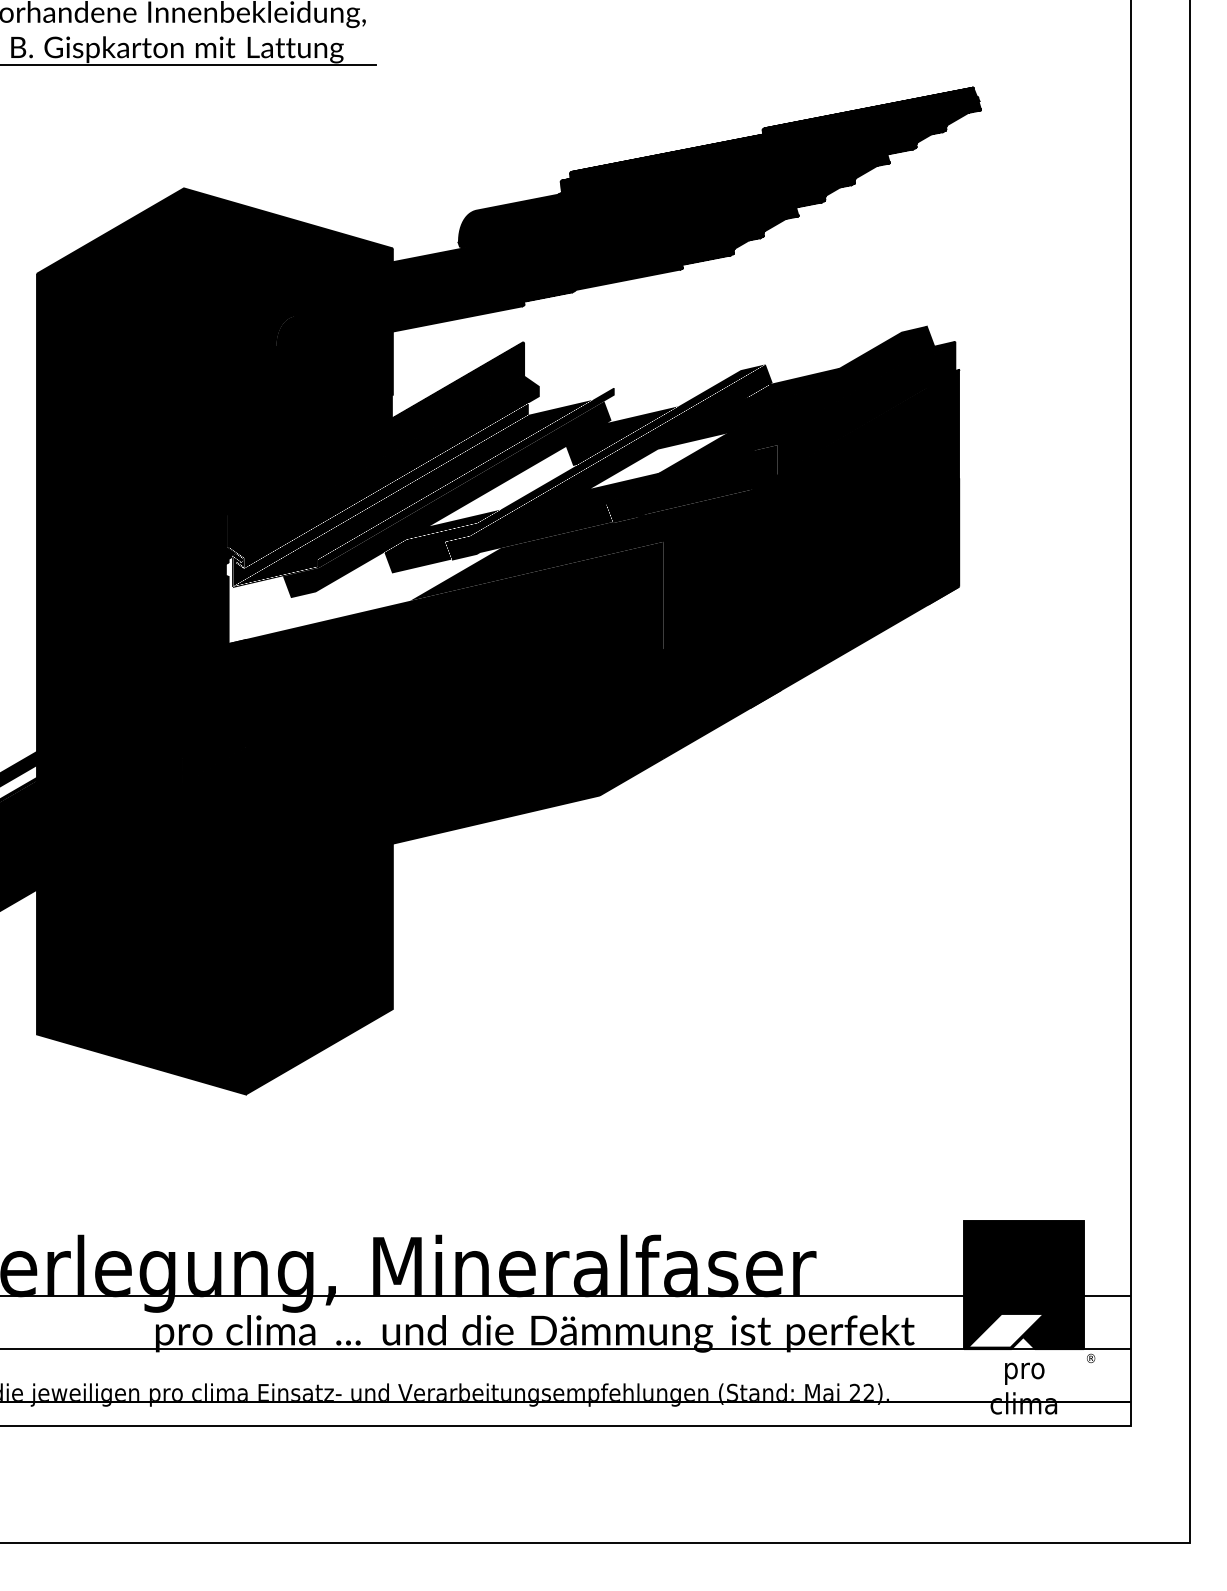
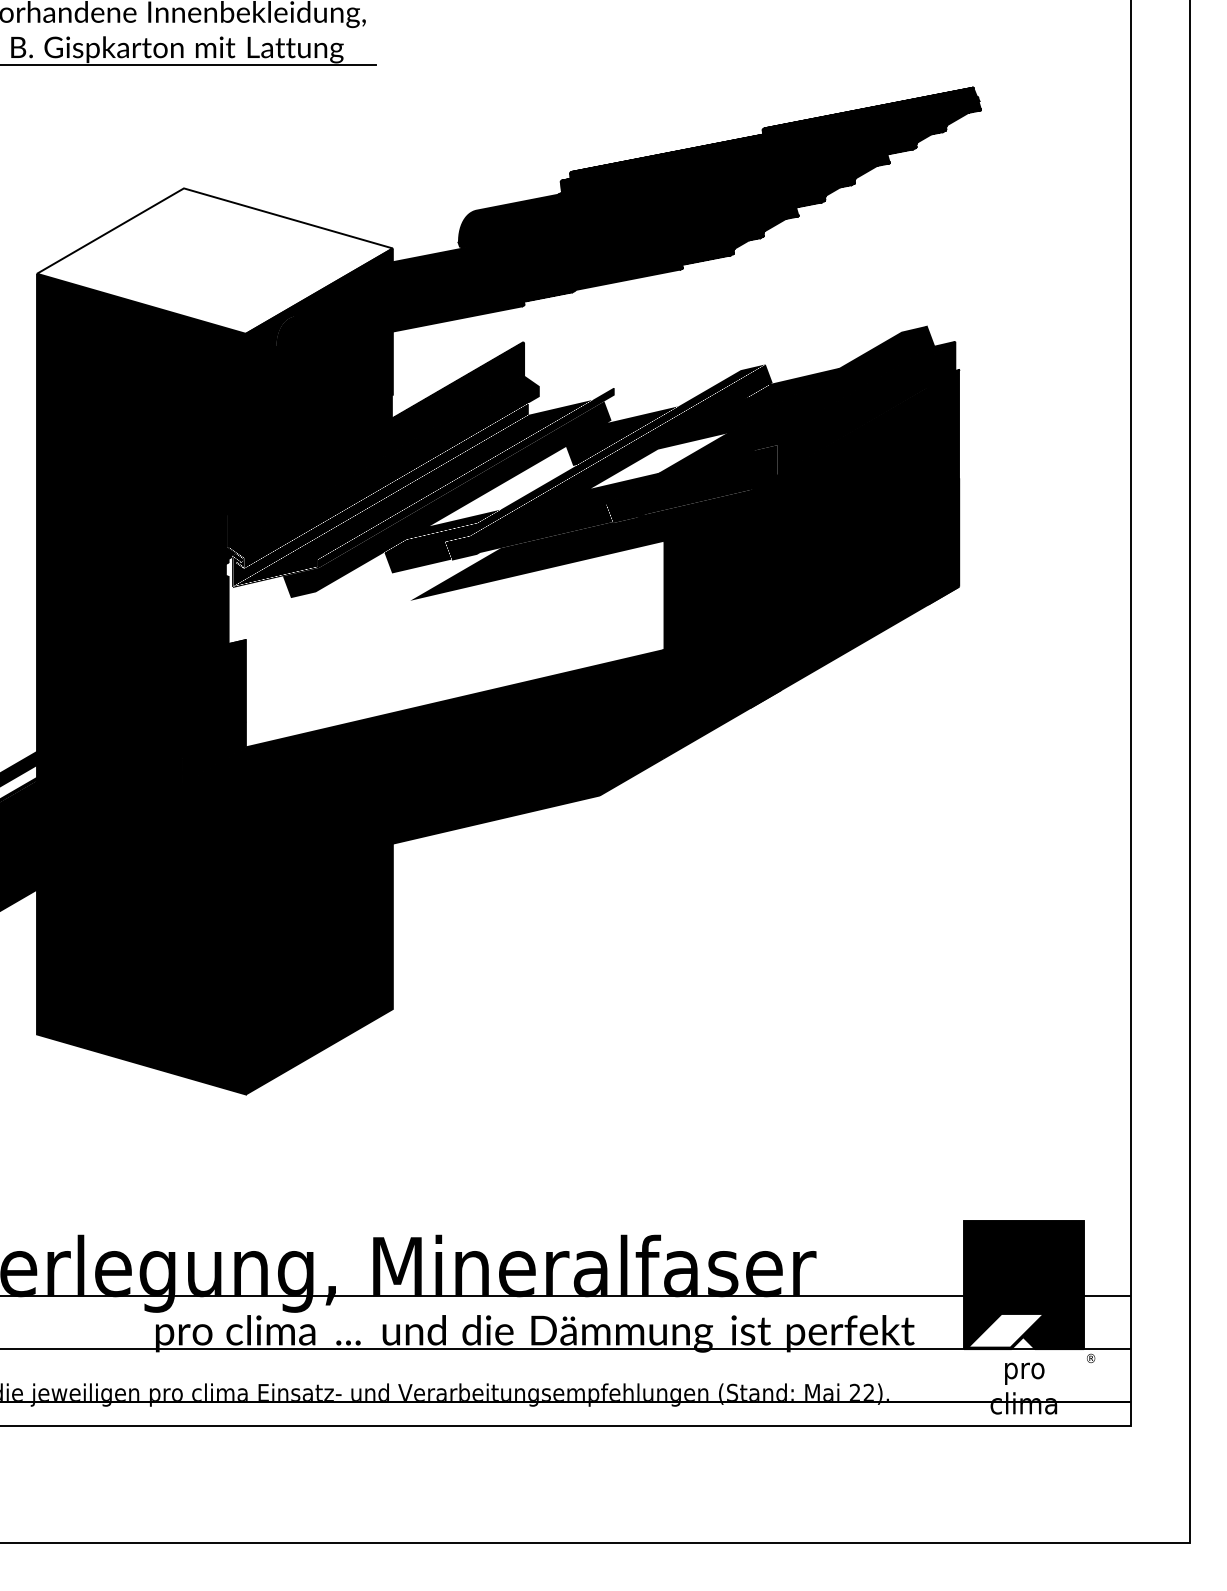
fill at (214, 260): present -> none
fill at (454, 644): present -> none
